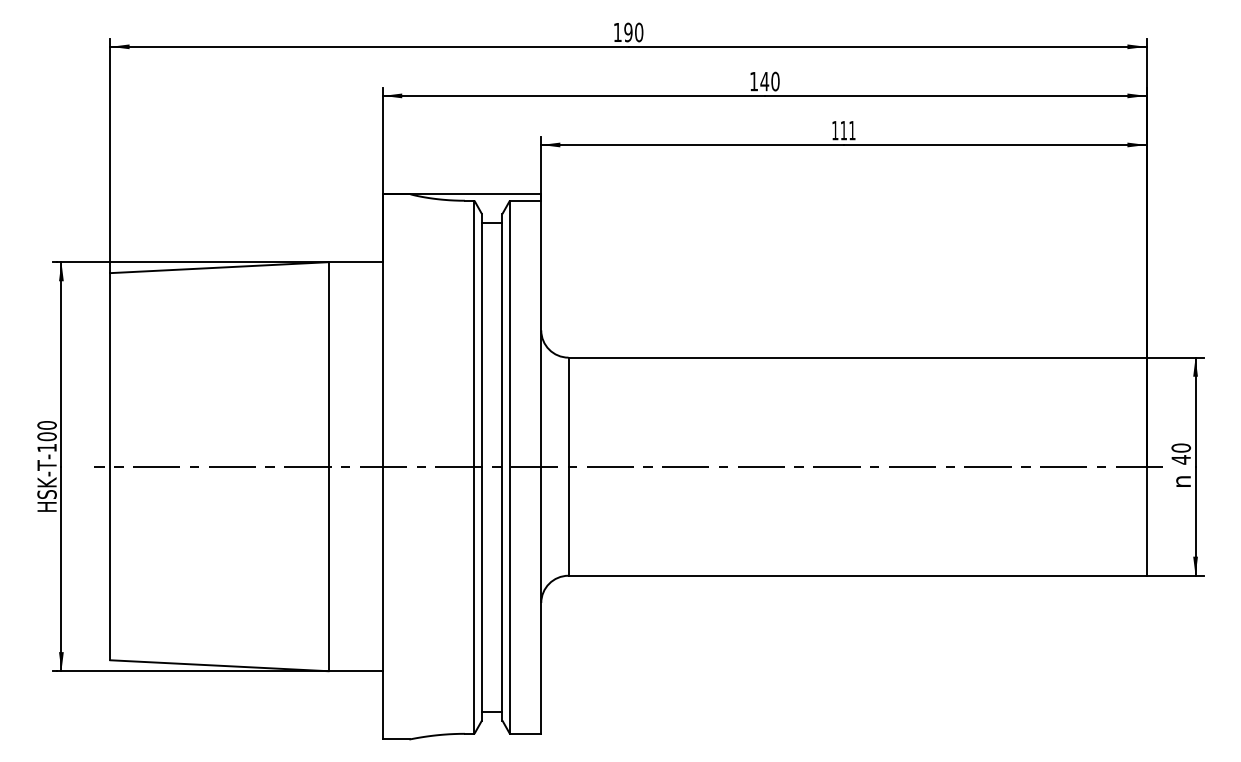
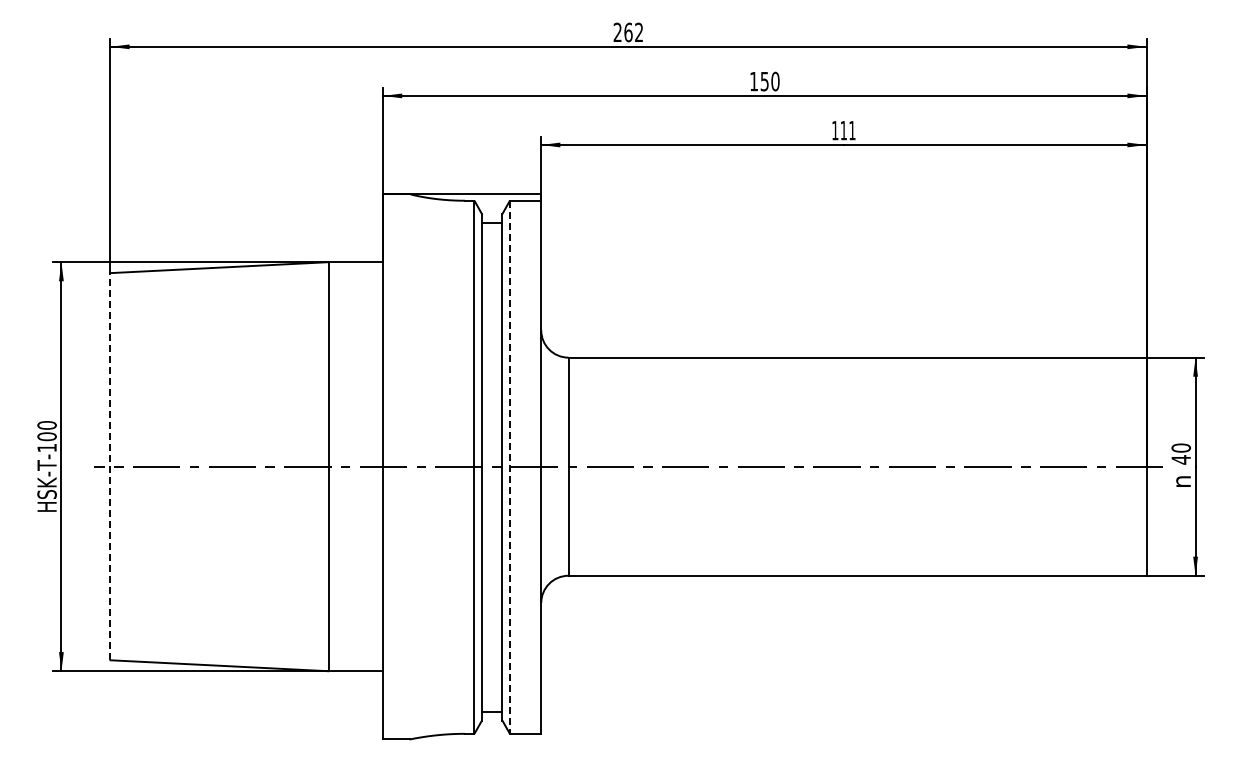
text at (628, 32): 190 -> 262
text at (764, 81): 140 -> 150
line at (110, 466): solid -> dashed
line at (509, 467): solid -> dashed
